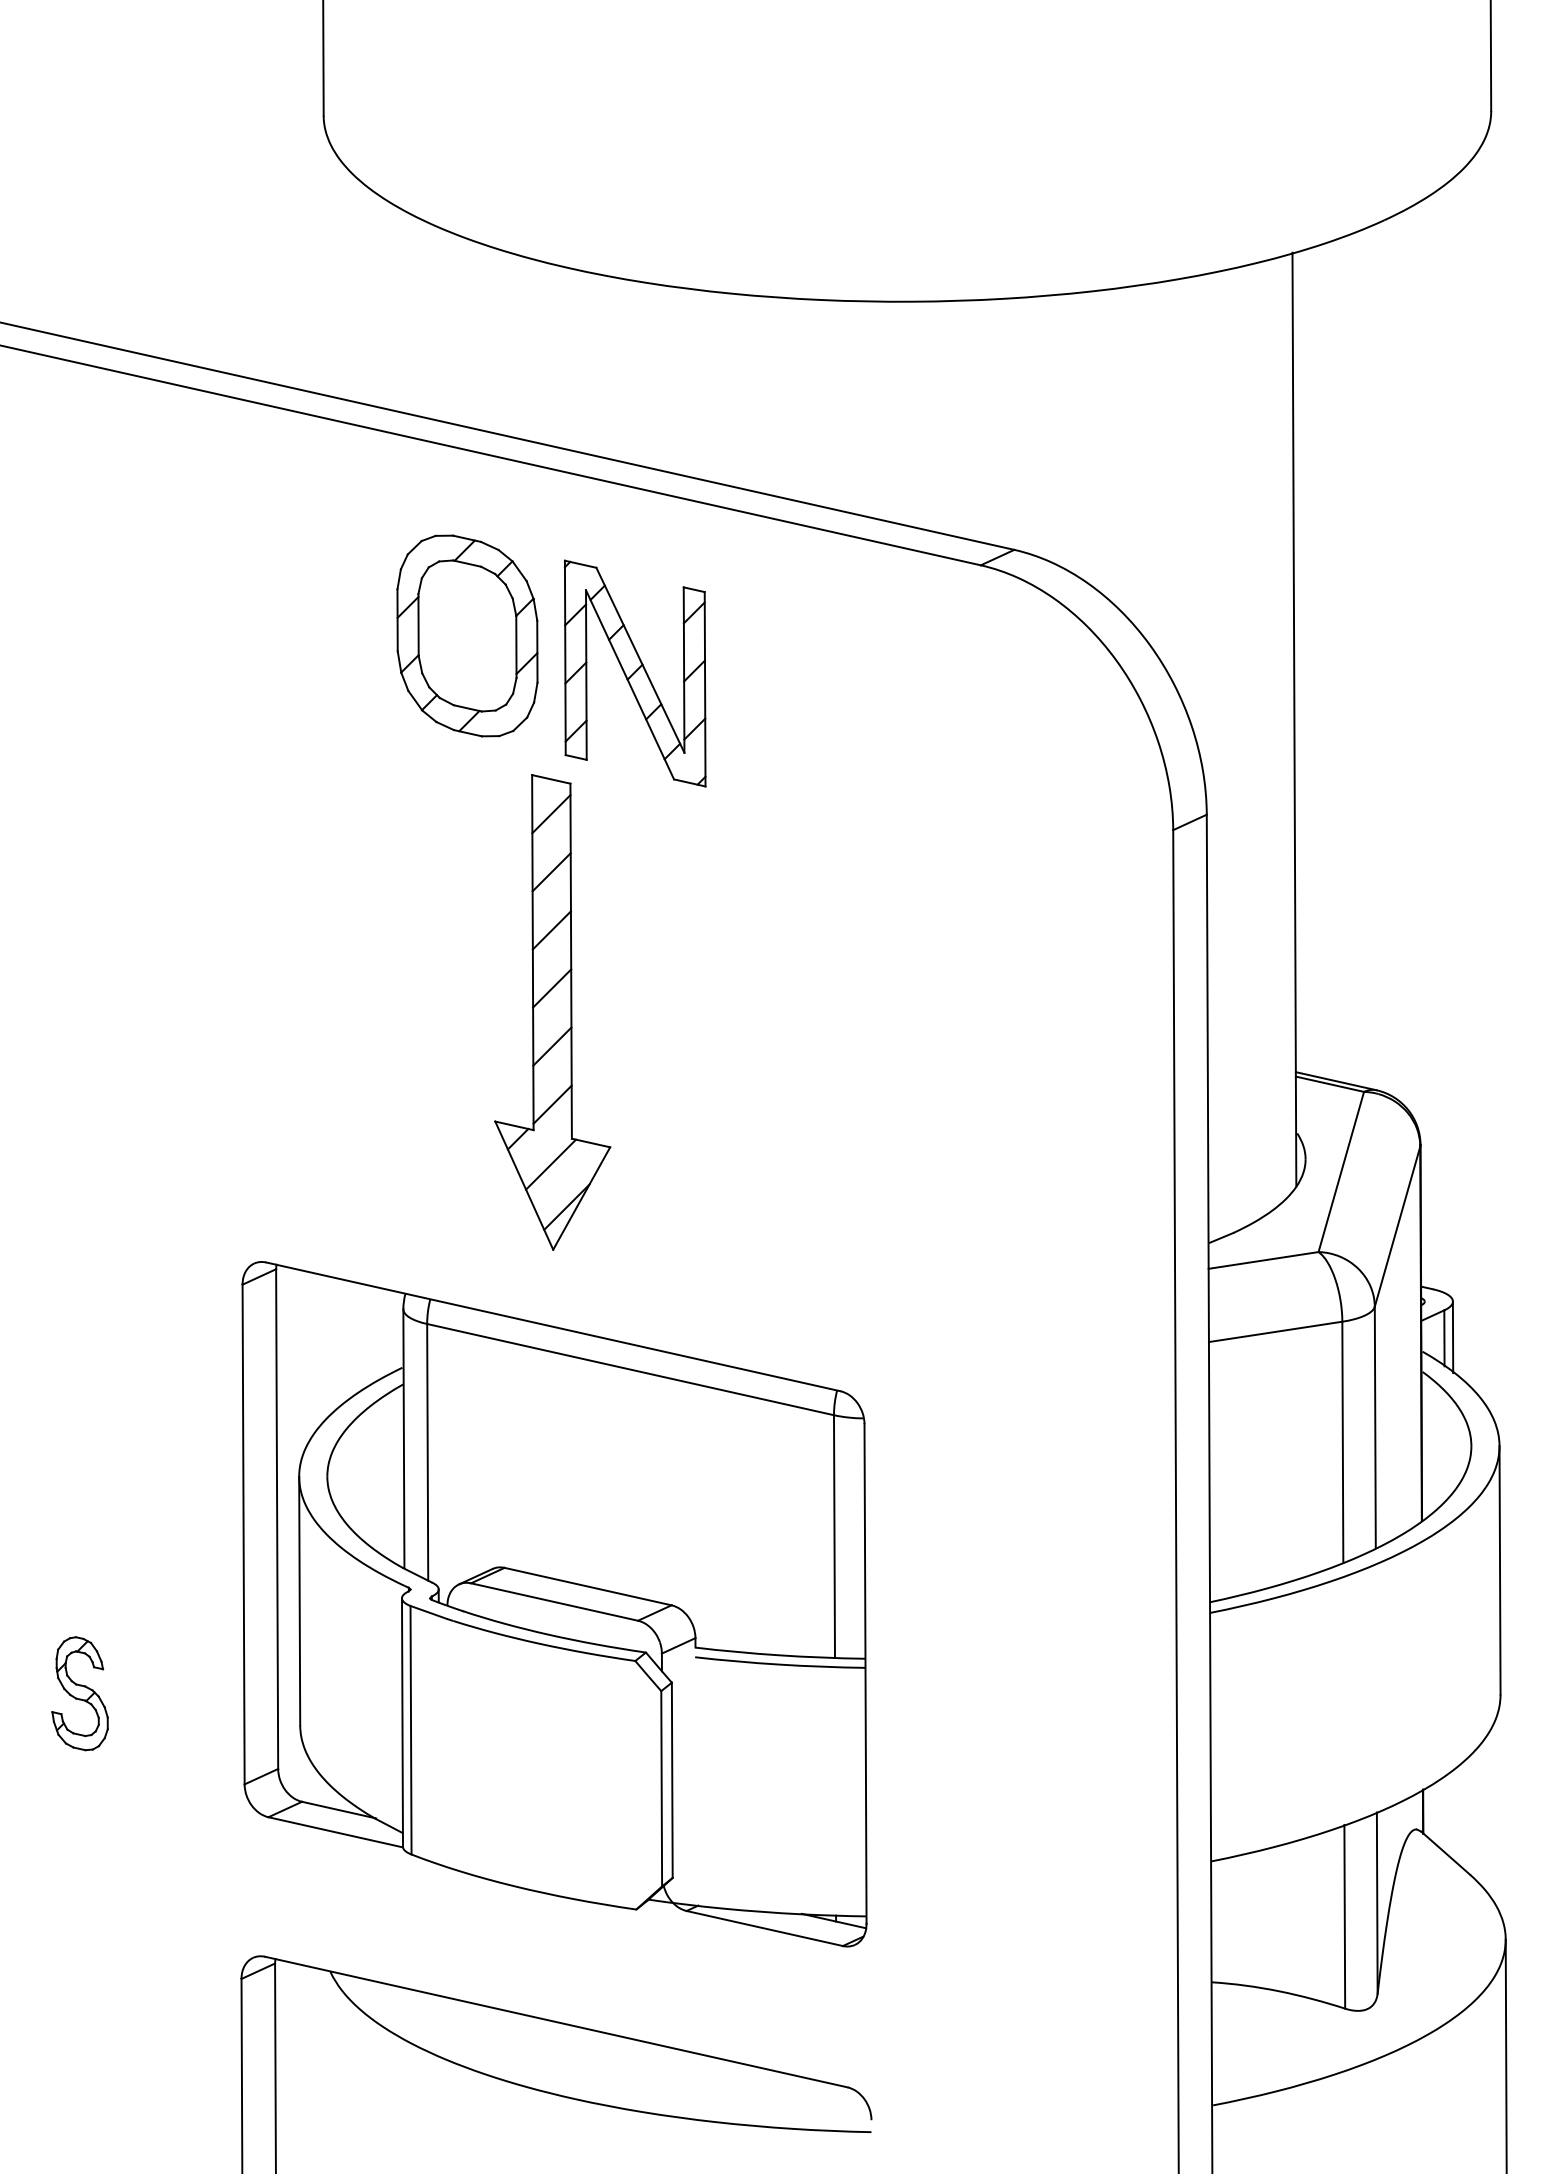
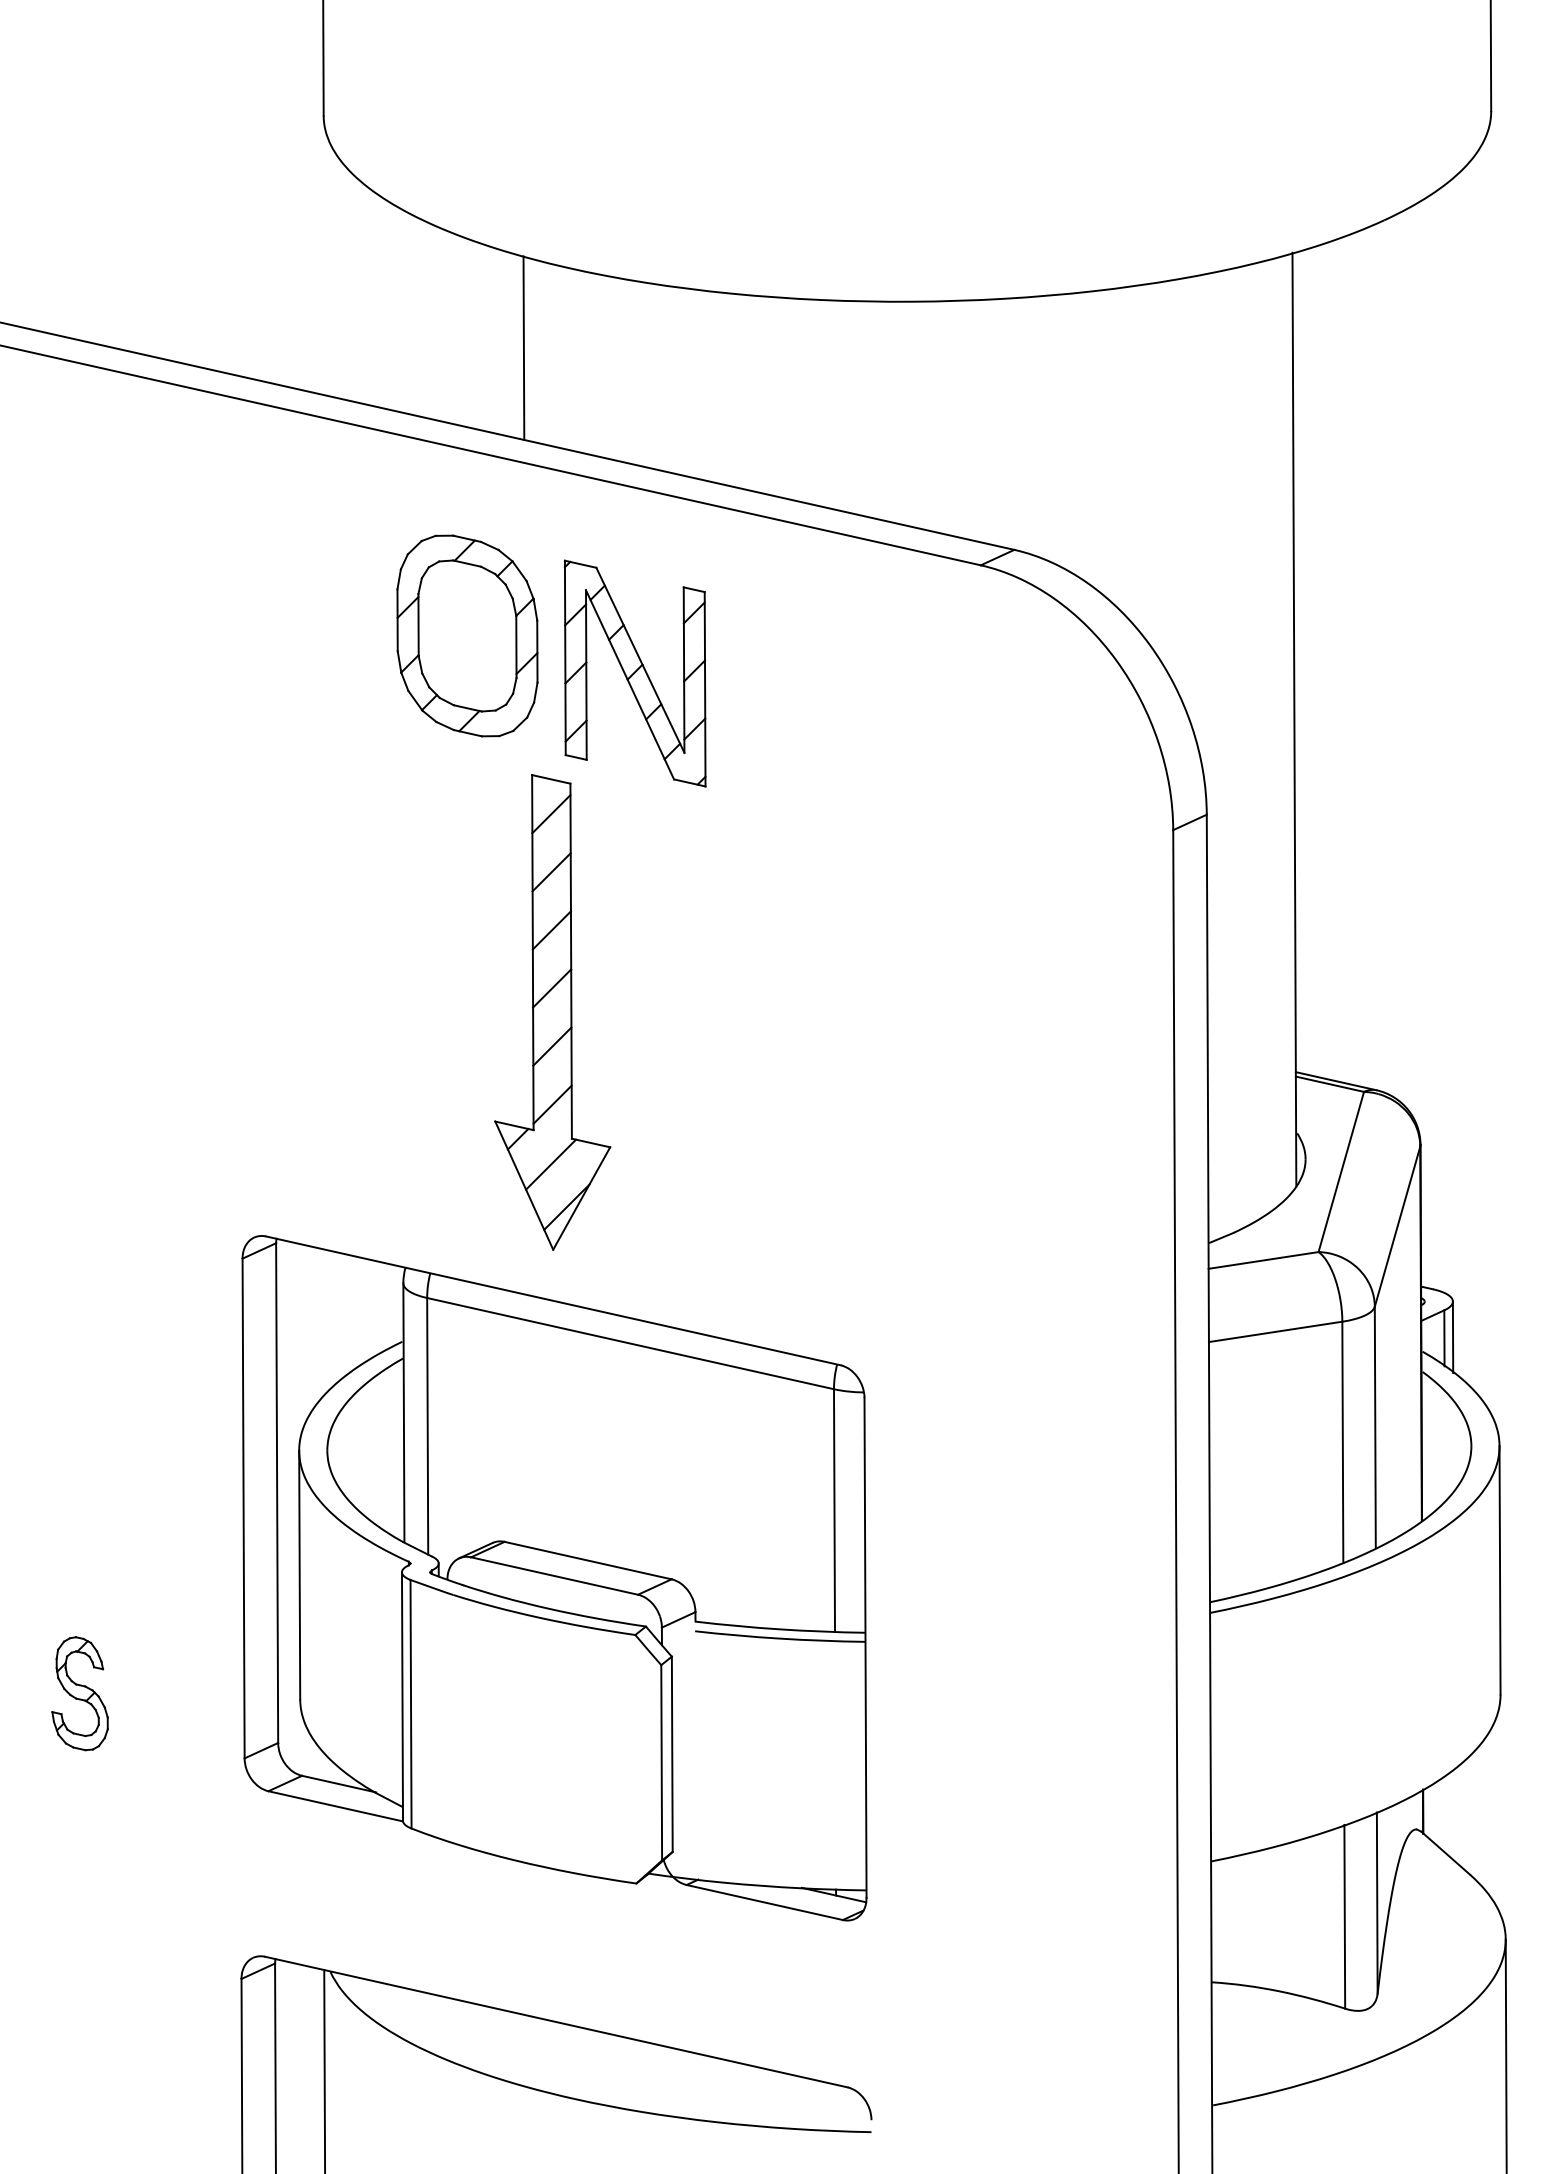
line at (523, 347): none -> present
part at (554, 1604) position: (554, 1604) -> (554, 1578)
line at (324, 2070): none -> present
